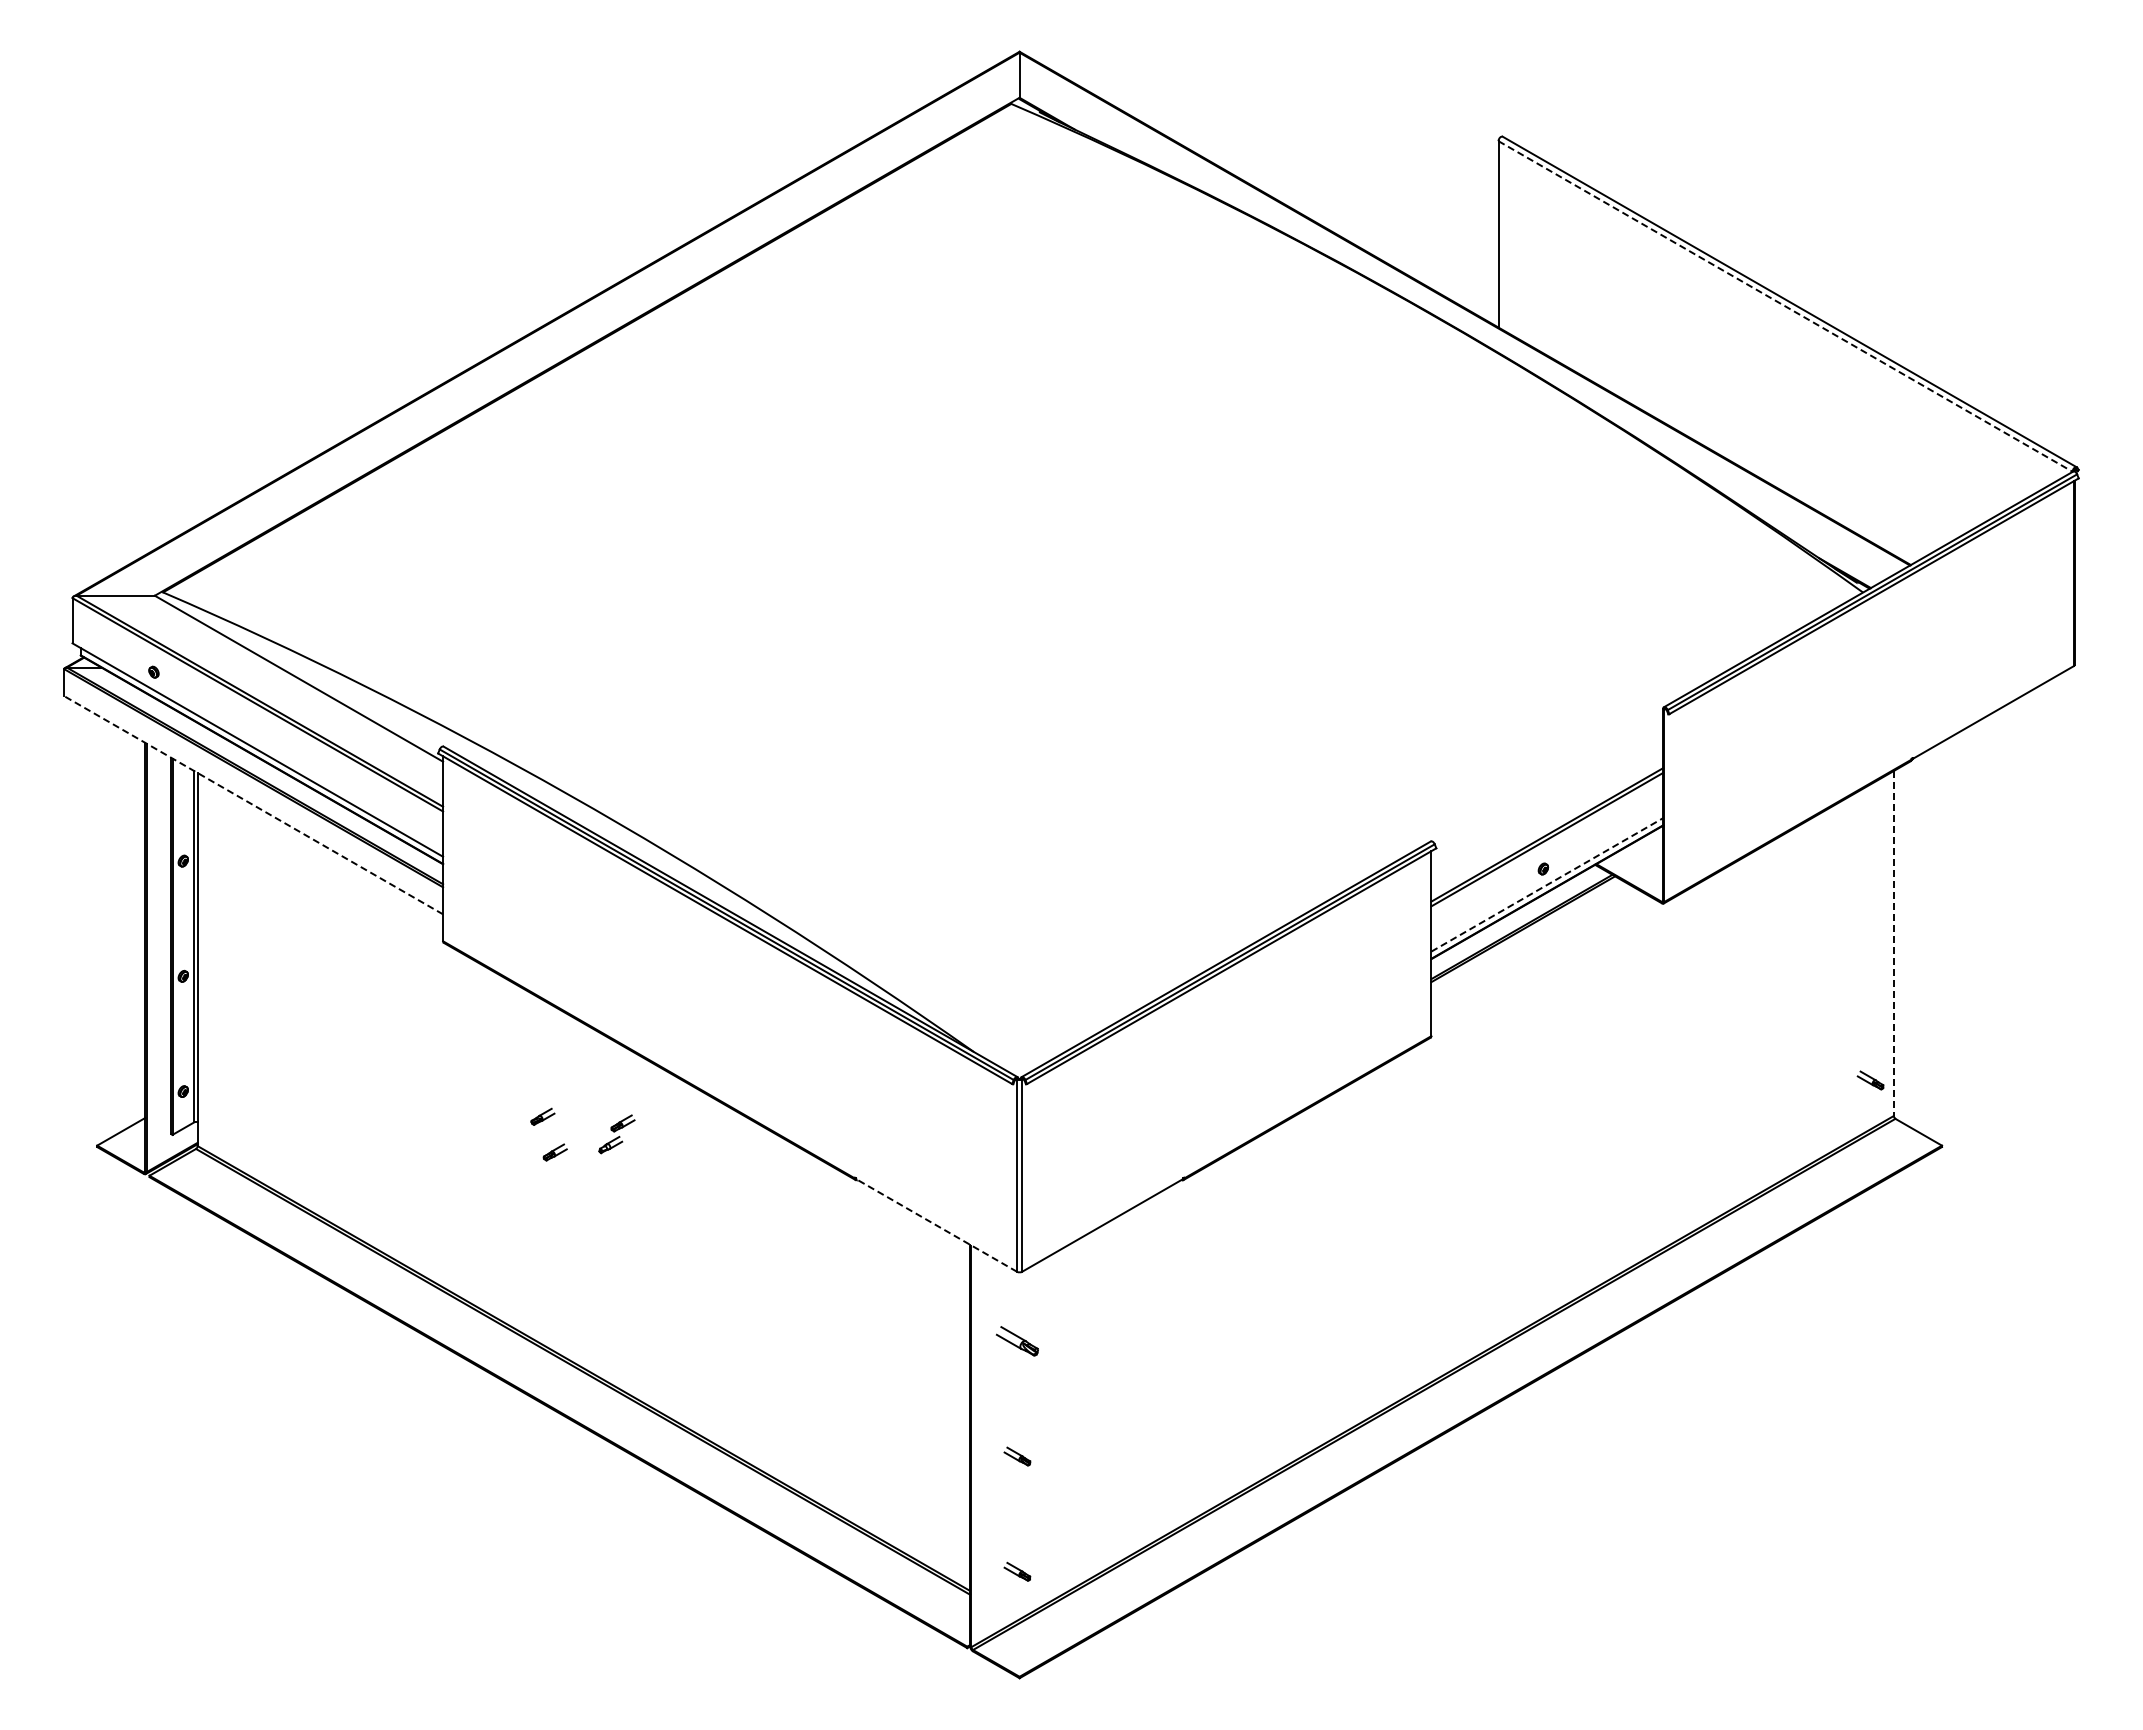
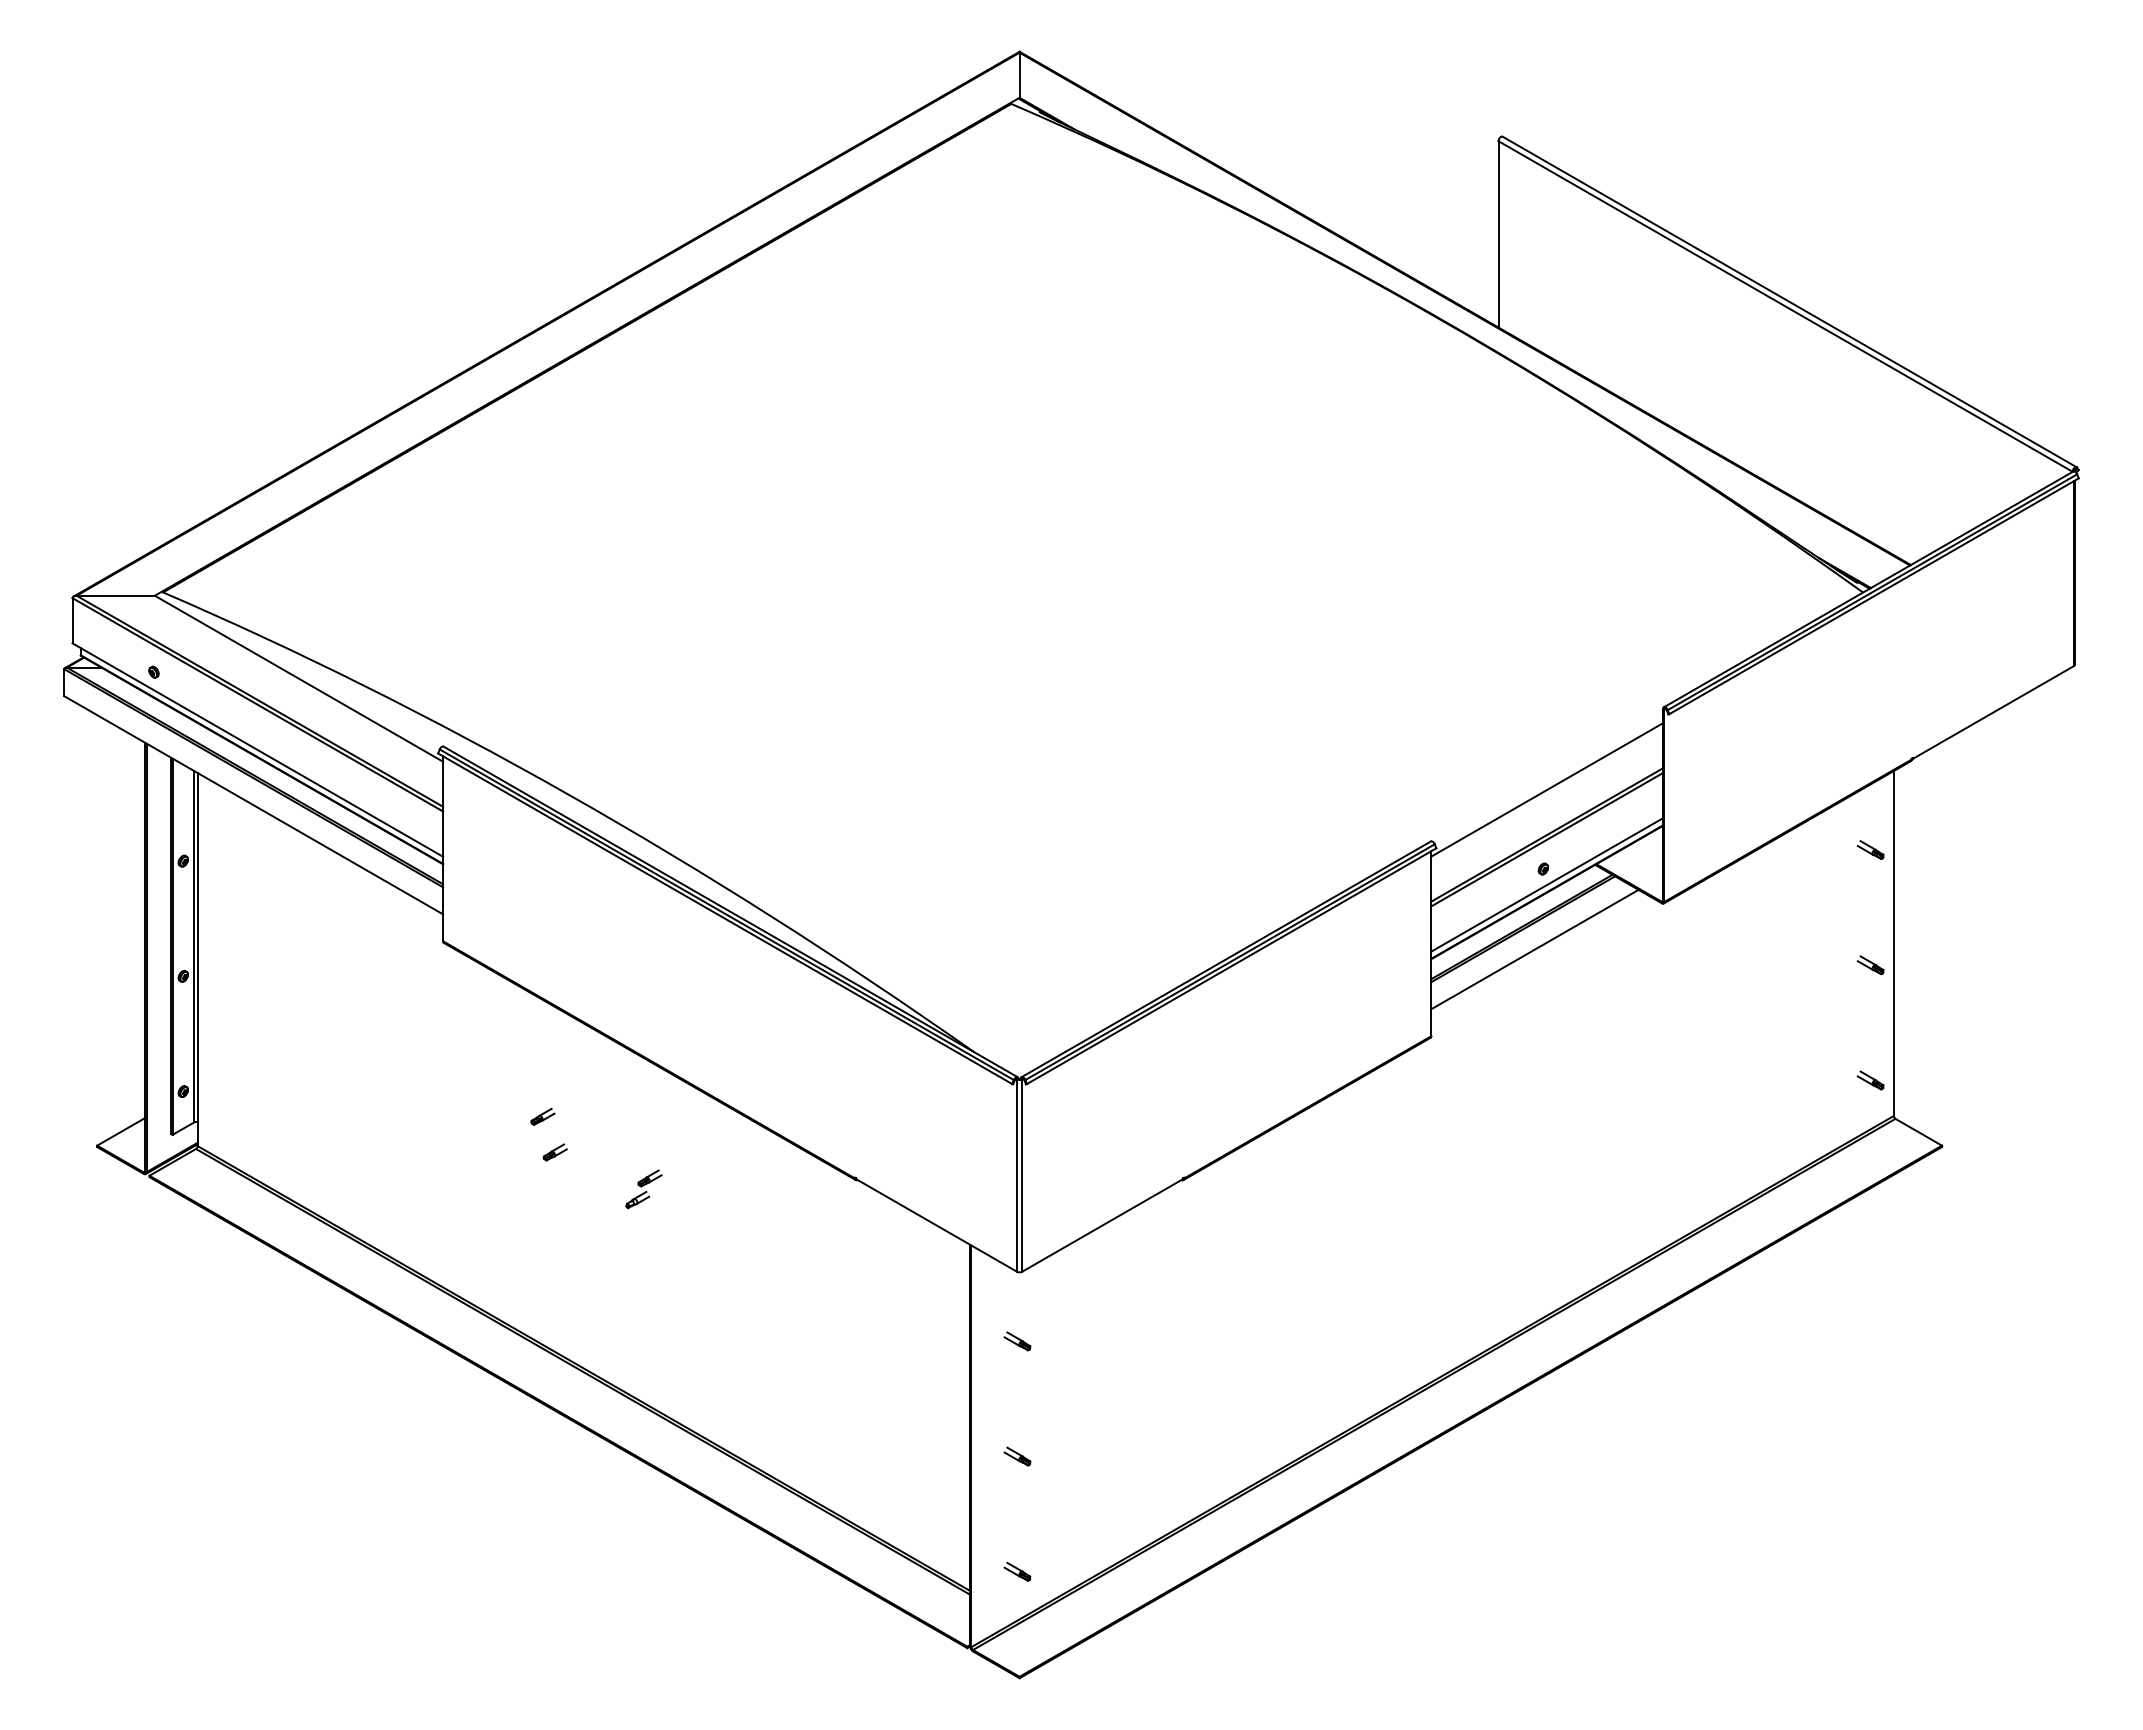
line at (1785, 306): dashed -> solid
line at (1547, 789): none -> present
line at (253, 805): dashed -> solid
part at (1870, 849): none -> present
line at (1547, 884): dashed -> solid
line at (1893, 944): dashed -> solid
line at (1534, 949): none -> present
part at (1870, 965): none -> present
part at (616, 1134) position: (616, 1134) -> (643, 1189)
line at (936, 1225): dashed -> solid
part at (1017, 1341) size: 43x31 px -> 29x21 px
